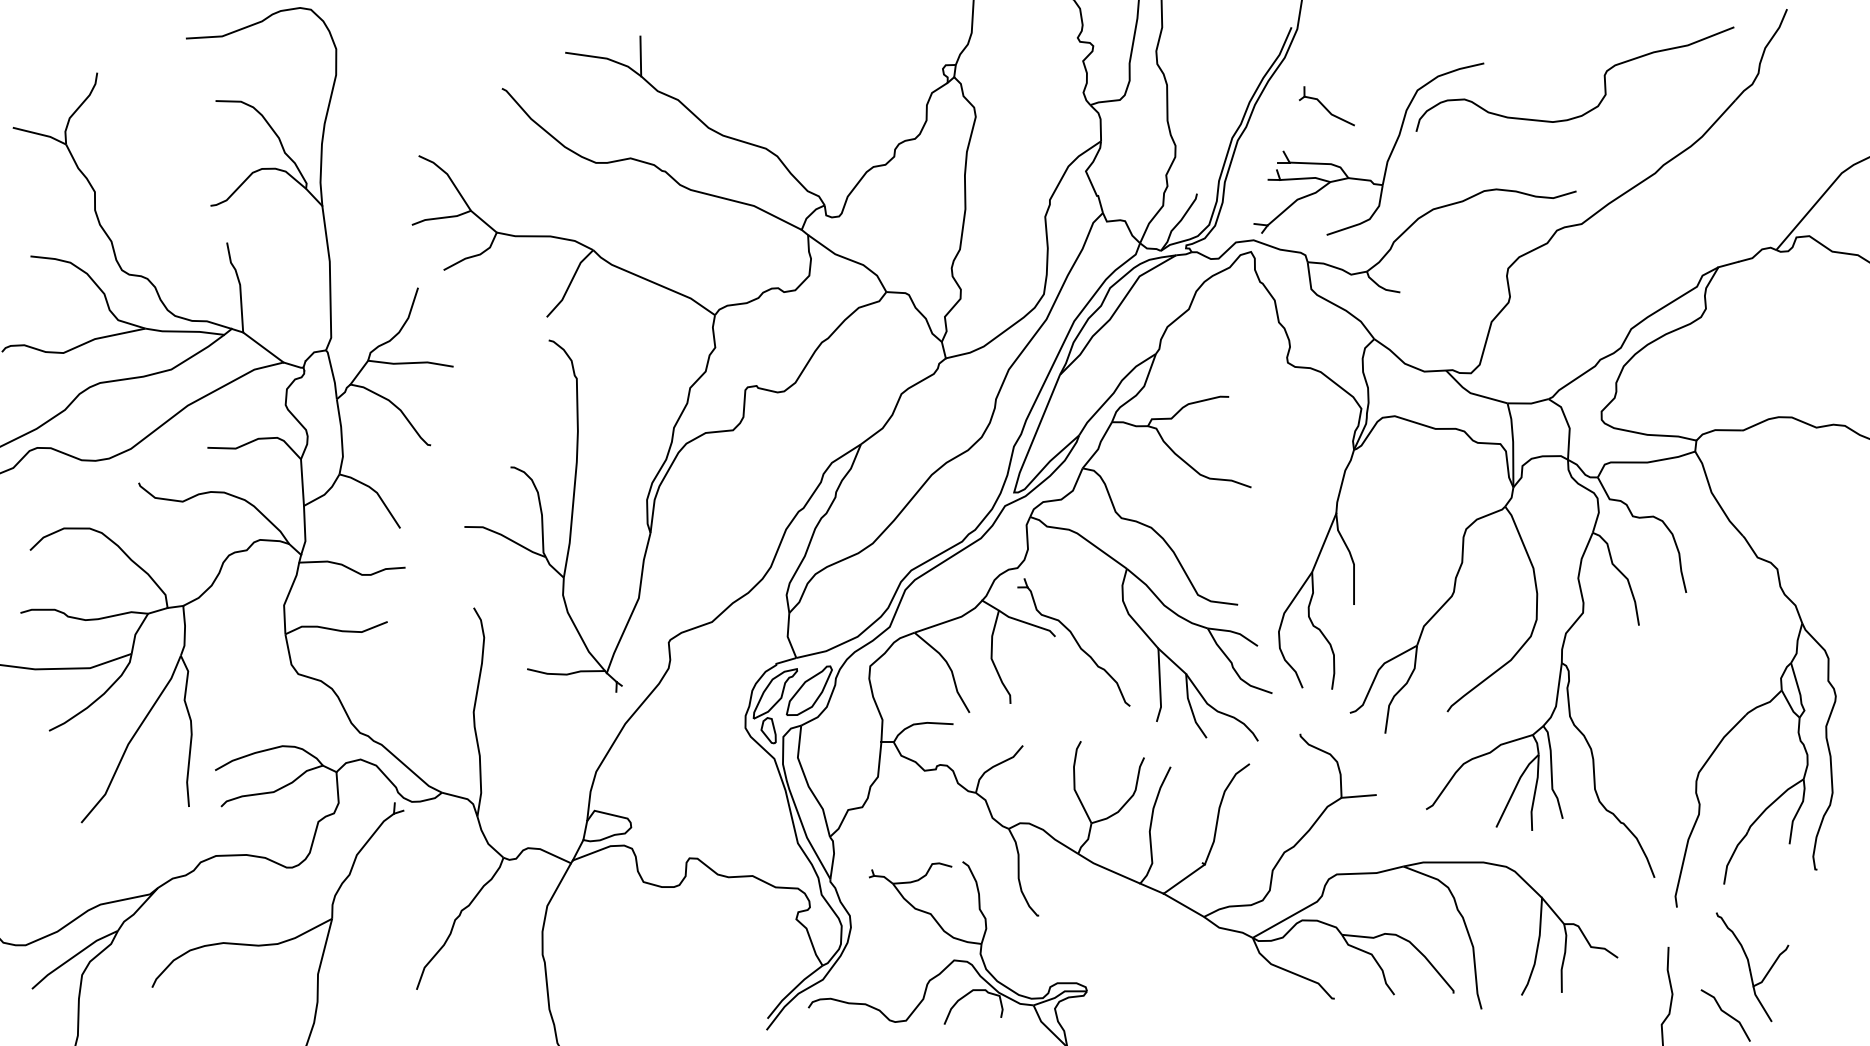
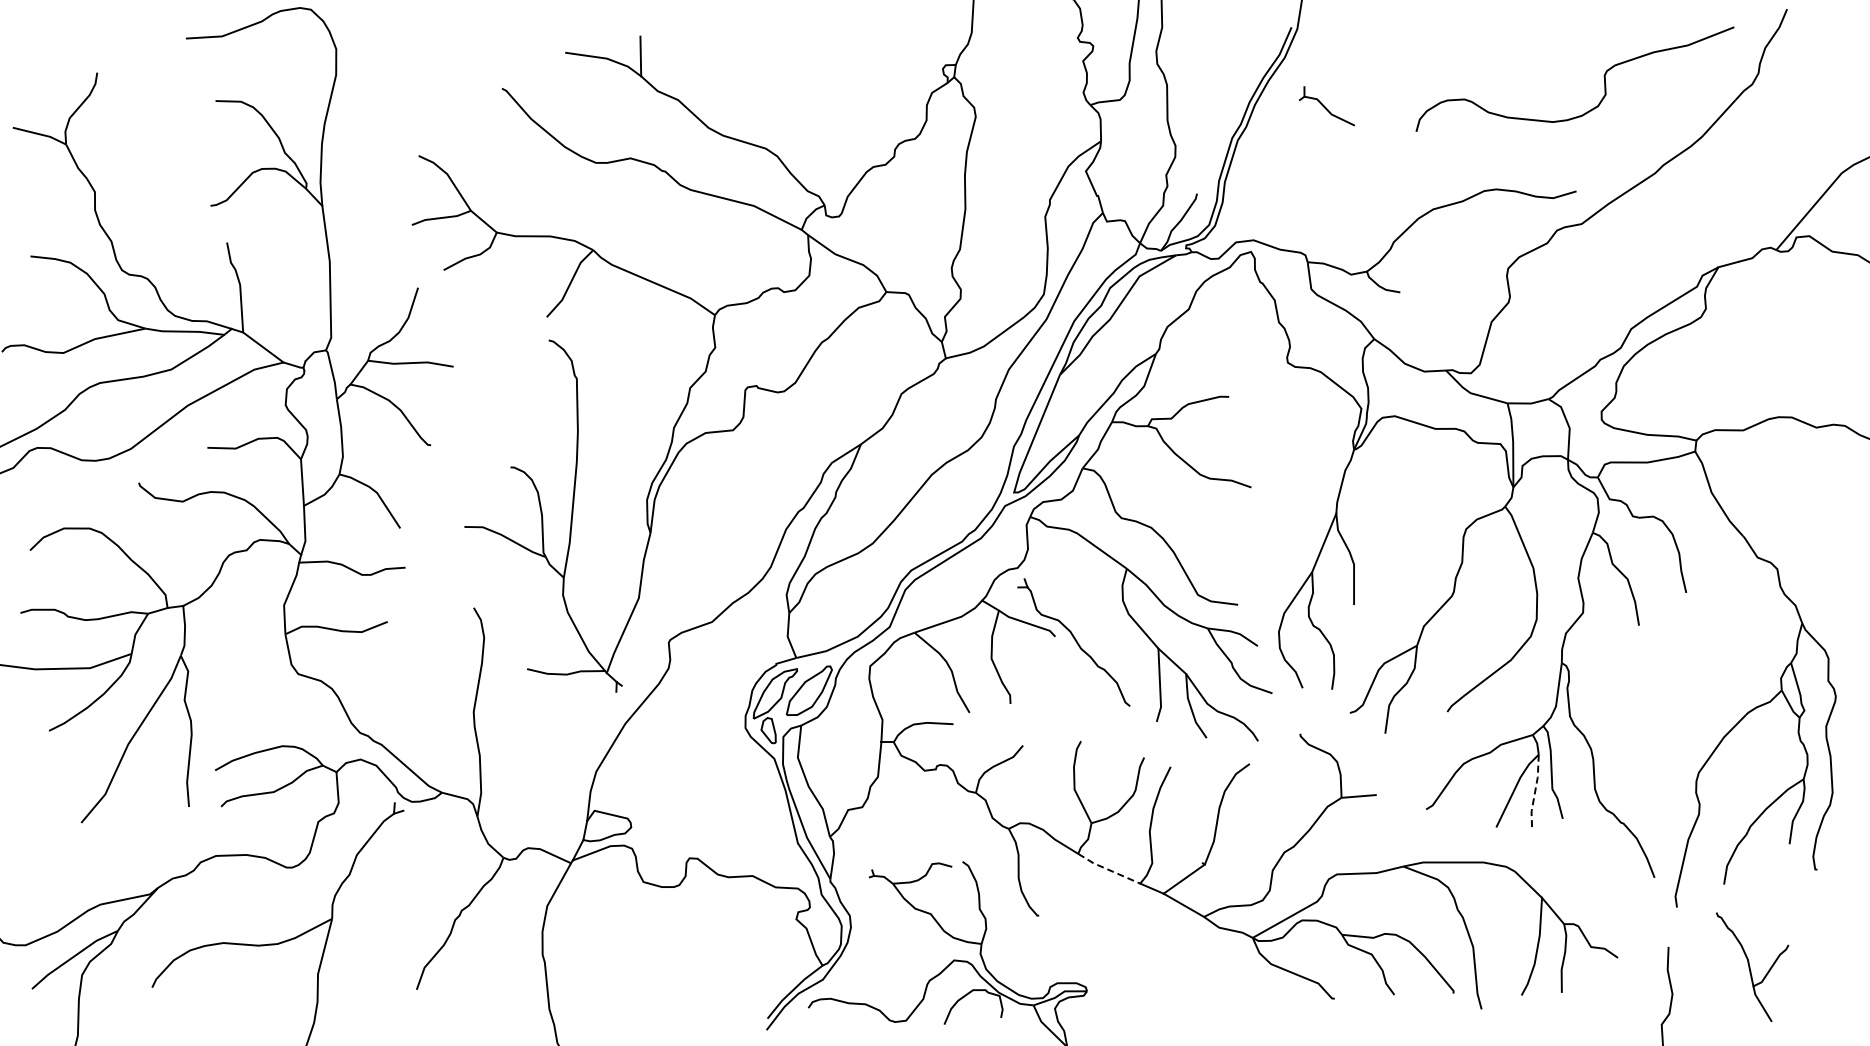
part at (1388, 156): present -> none
line at (1534, 793): solid -> dashed
line at (1108, 869): solid -> dashed
line at (1725, 1014): present -> none
